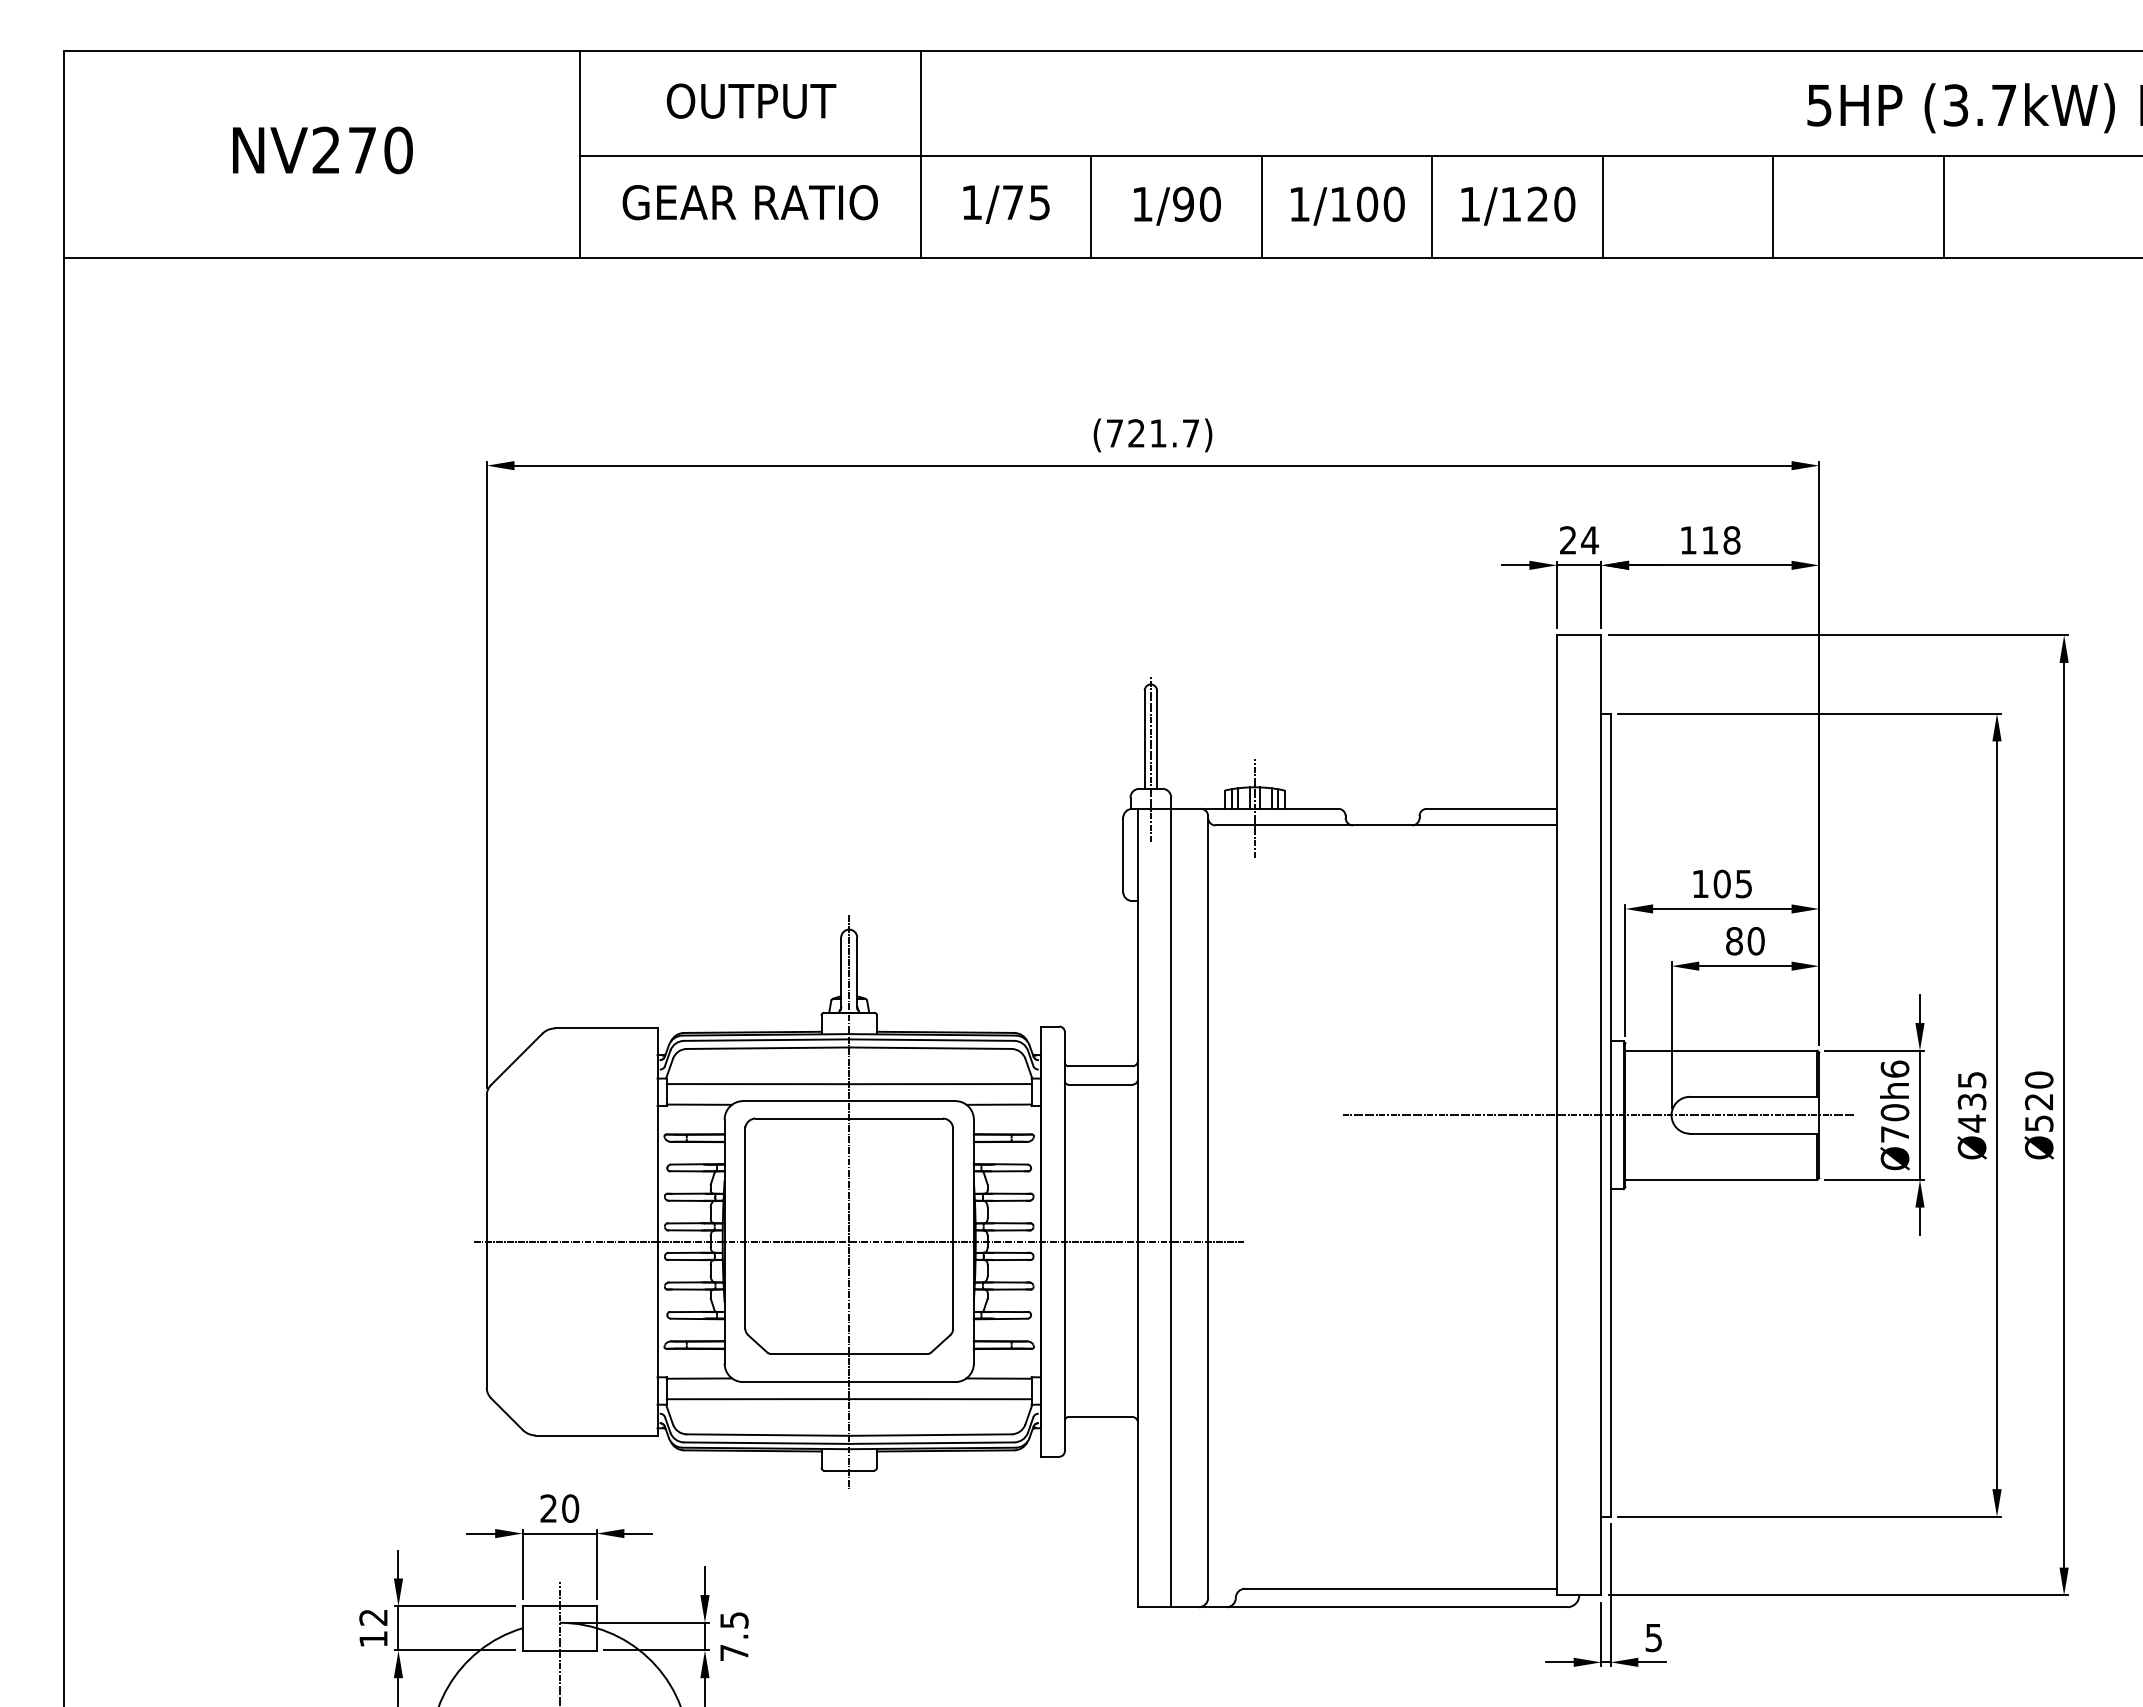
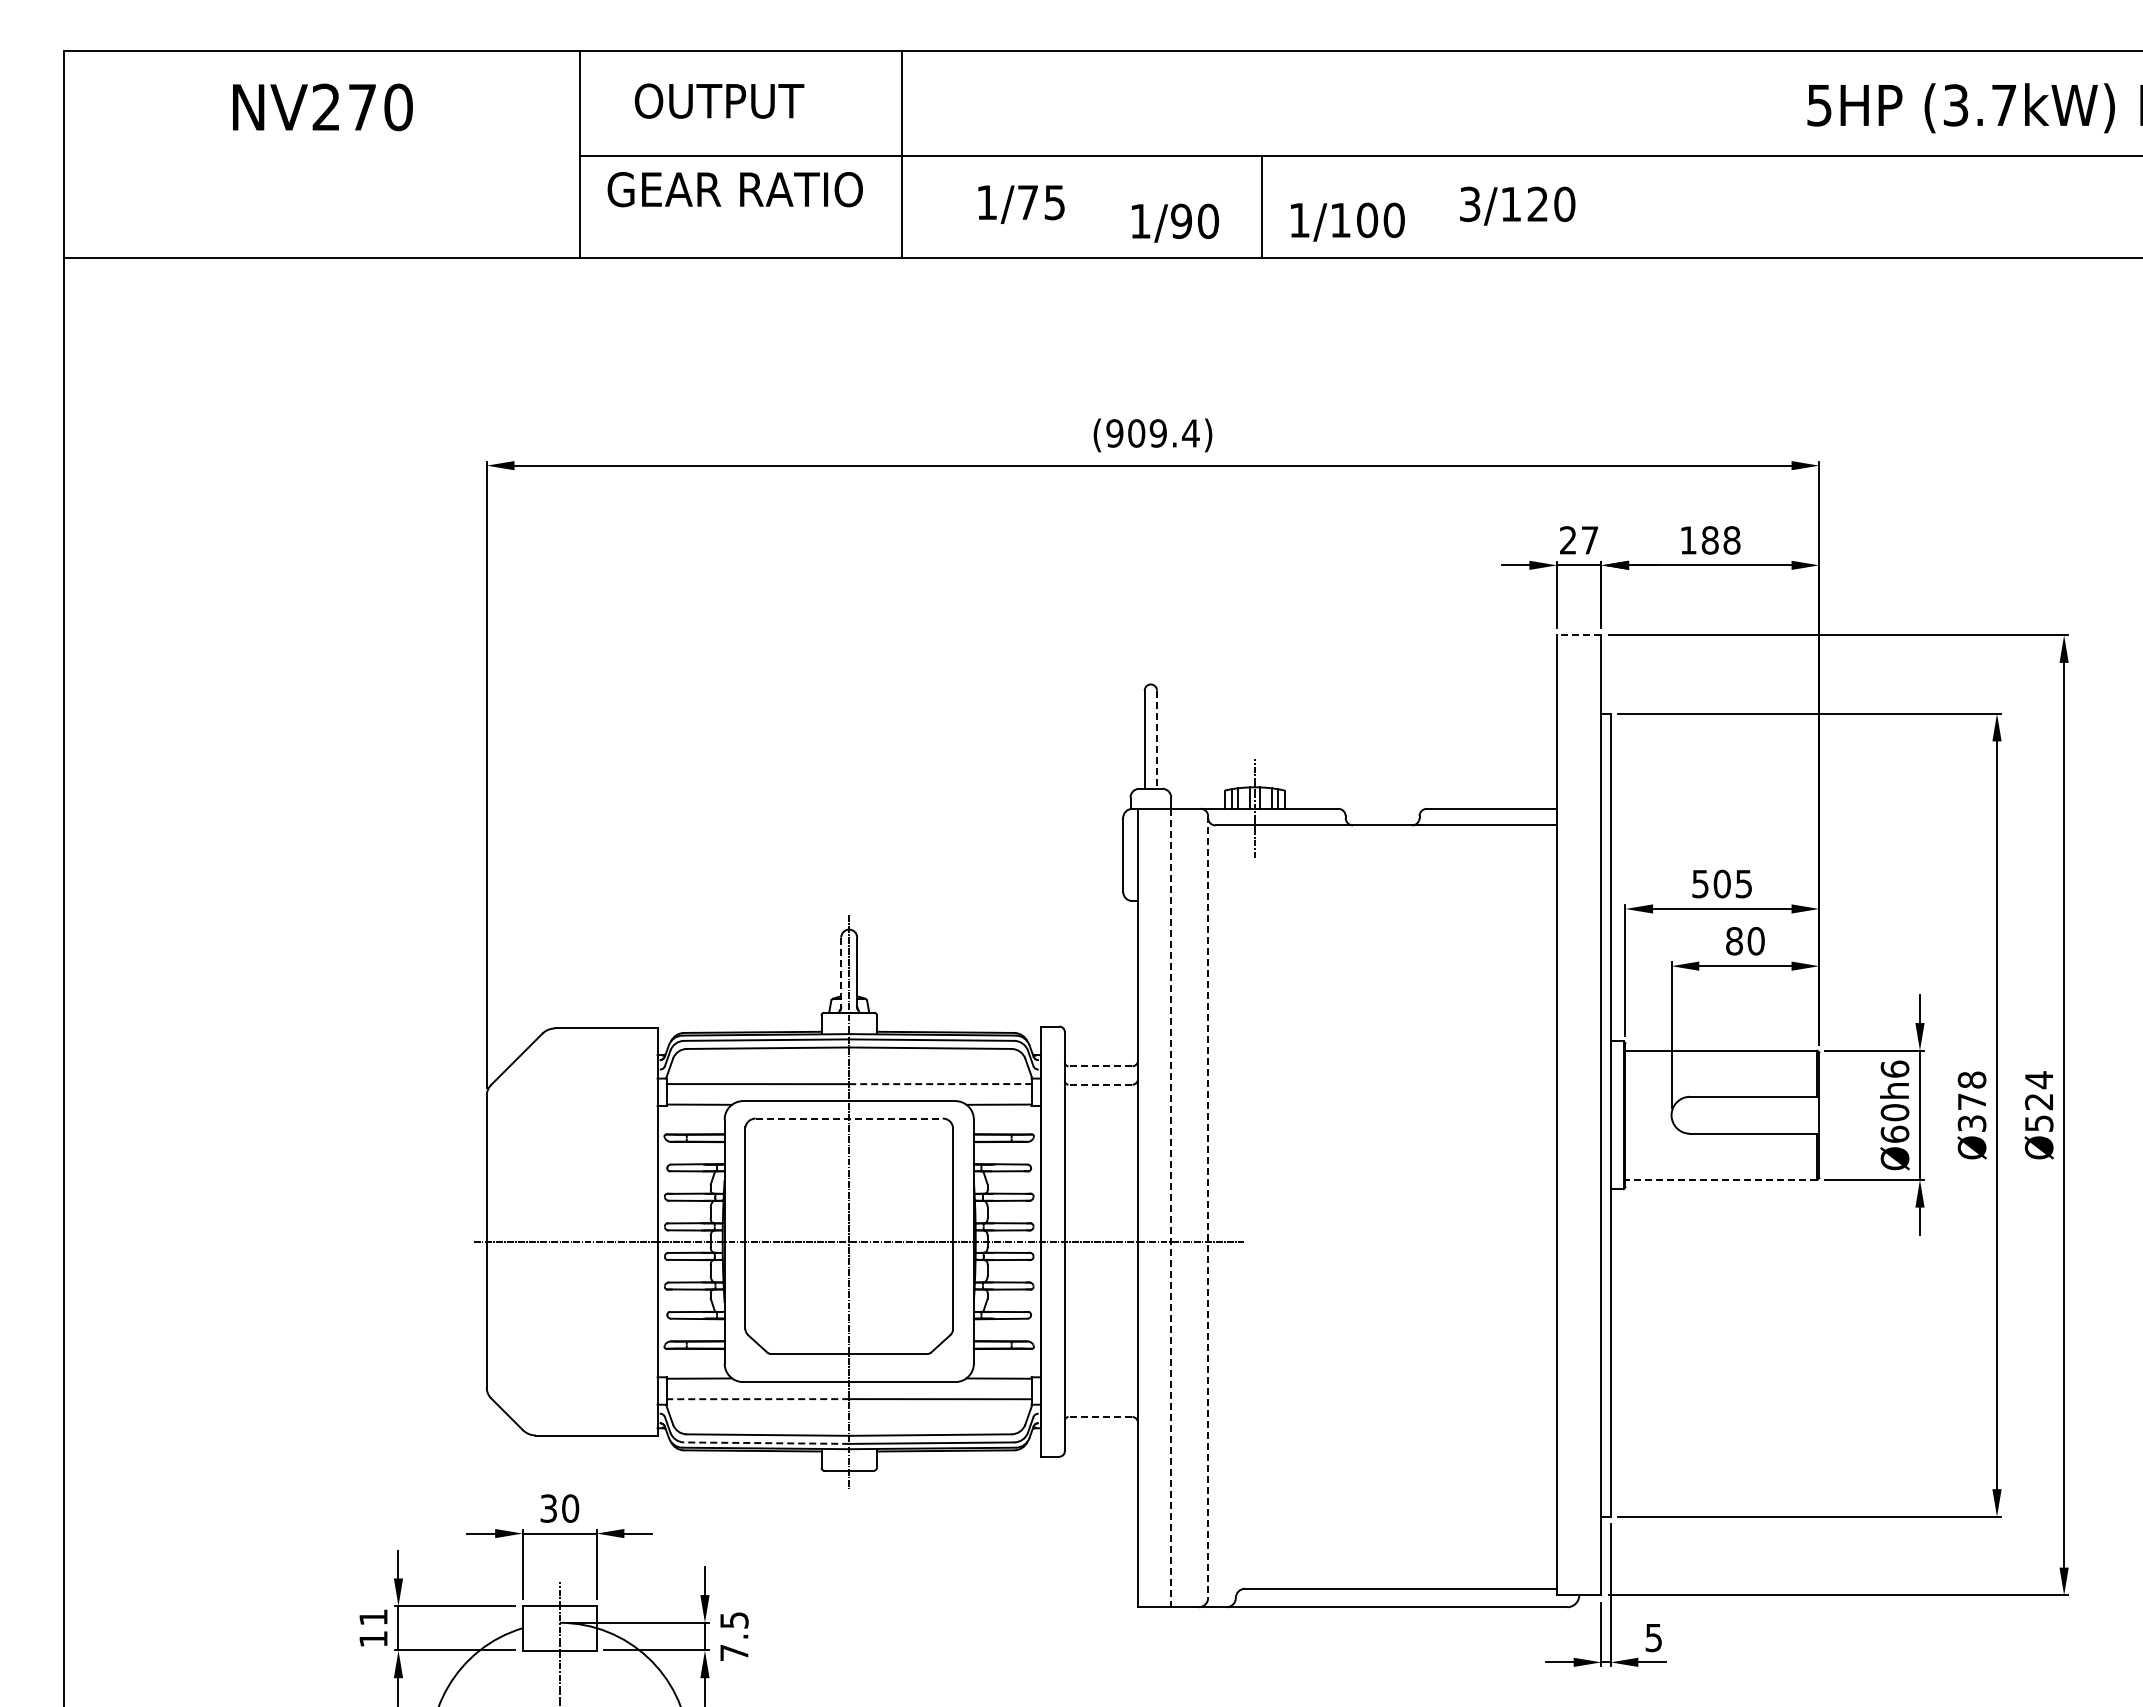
text at (751, 100) position: (751, 100) -> (719, 100)
text at (322, 150) position: (322, 150) -> (322, 107)
line at (920, 154) position: (920, 154) -> (901, 154)
text at (749, 202) position: (749, 202) -> (734, 189)
text at (1470, 203): 1/120 -> 3/120
text at (1006, 204) position: (1006, 204) -> (1021, 204)
text at (1177, 205) position: (1177, 205) -> (1175, 222)
text at (1347, 205) position: (1347, 205) -> (1347, 221)
line at (1091, 206): present -> none
line at (1432, 206): present -> none
line at (1602, 206): present -> none
line at (1773, 206): present -> none
line at (1943, 206): present -> none
text at (1152, 433): (721.7) -> (909.4)
text at (1589, 540): 24 -> 27
text at (1709, 540): 118 -> 188
line at (1578, 635): solid -> dashed
line at (1157, 740): solid -> dashed
line at (1150, 759): present -> none
text at (1700, 884): 105 -> 505
line at (841, 972): solid -> dashed
line at (1100, 1066): solid -> dashed
text at (2038, 1080): Ø520 -> Ø524
line at (940, 1084): solid -> dashed
line at (1100, 1084): solid -> dashed
text at (1971, 1101): Ø435 -> Ø378
line at (1597, 1115): present -> none
line at (849, 1118): solid -> dashed
text at (1894, 1133): Ø70h6 -> Ø60h6
line at (1720, 1179): solid -> dashed
line at (1208, 1207): solid -> dashed
line at (1171, 1208): solid -> dashed
line at (757, 1399): solid -> dashed
line at (1100, 1417): solid -> dashed
line at (766, 1443): solid -> dashed
text at (548, 1508): 20 -> 30
text at (373, 1617): 12 -> 11
